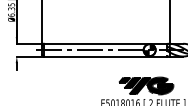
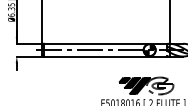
fill at (159, 85): present -> none
